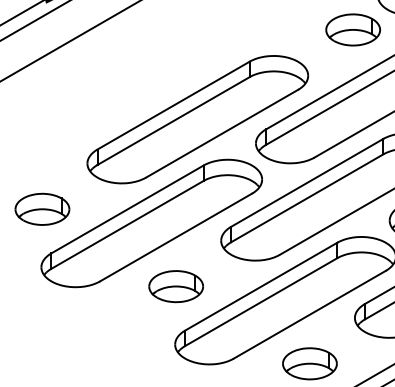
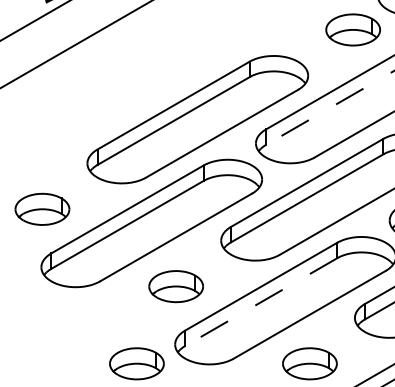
line at (21, 13): present -> none
line at (69, 41) position: (69, 41) -> (75, 44)
line at (329, 108): solid -> dashed
line at (261, 302): solid -> dashed
part at (136, 363): none -> present
